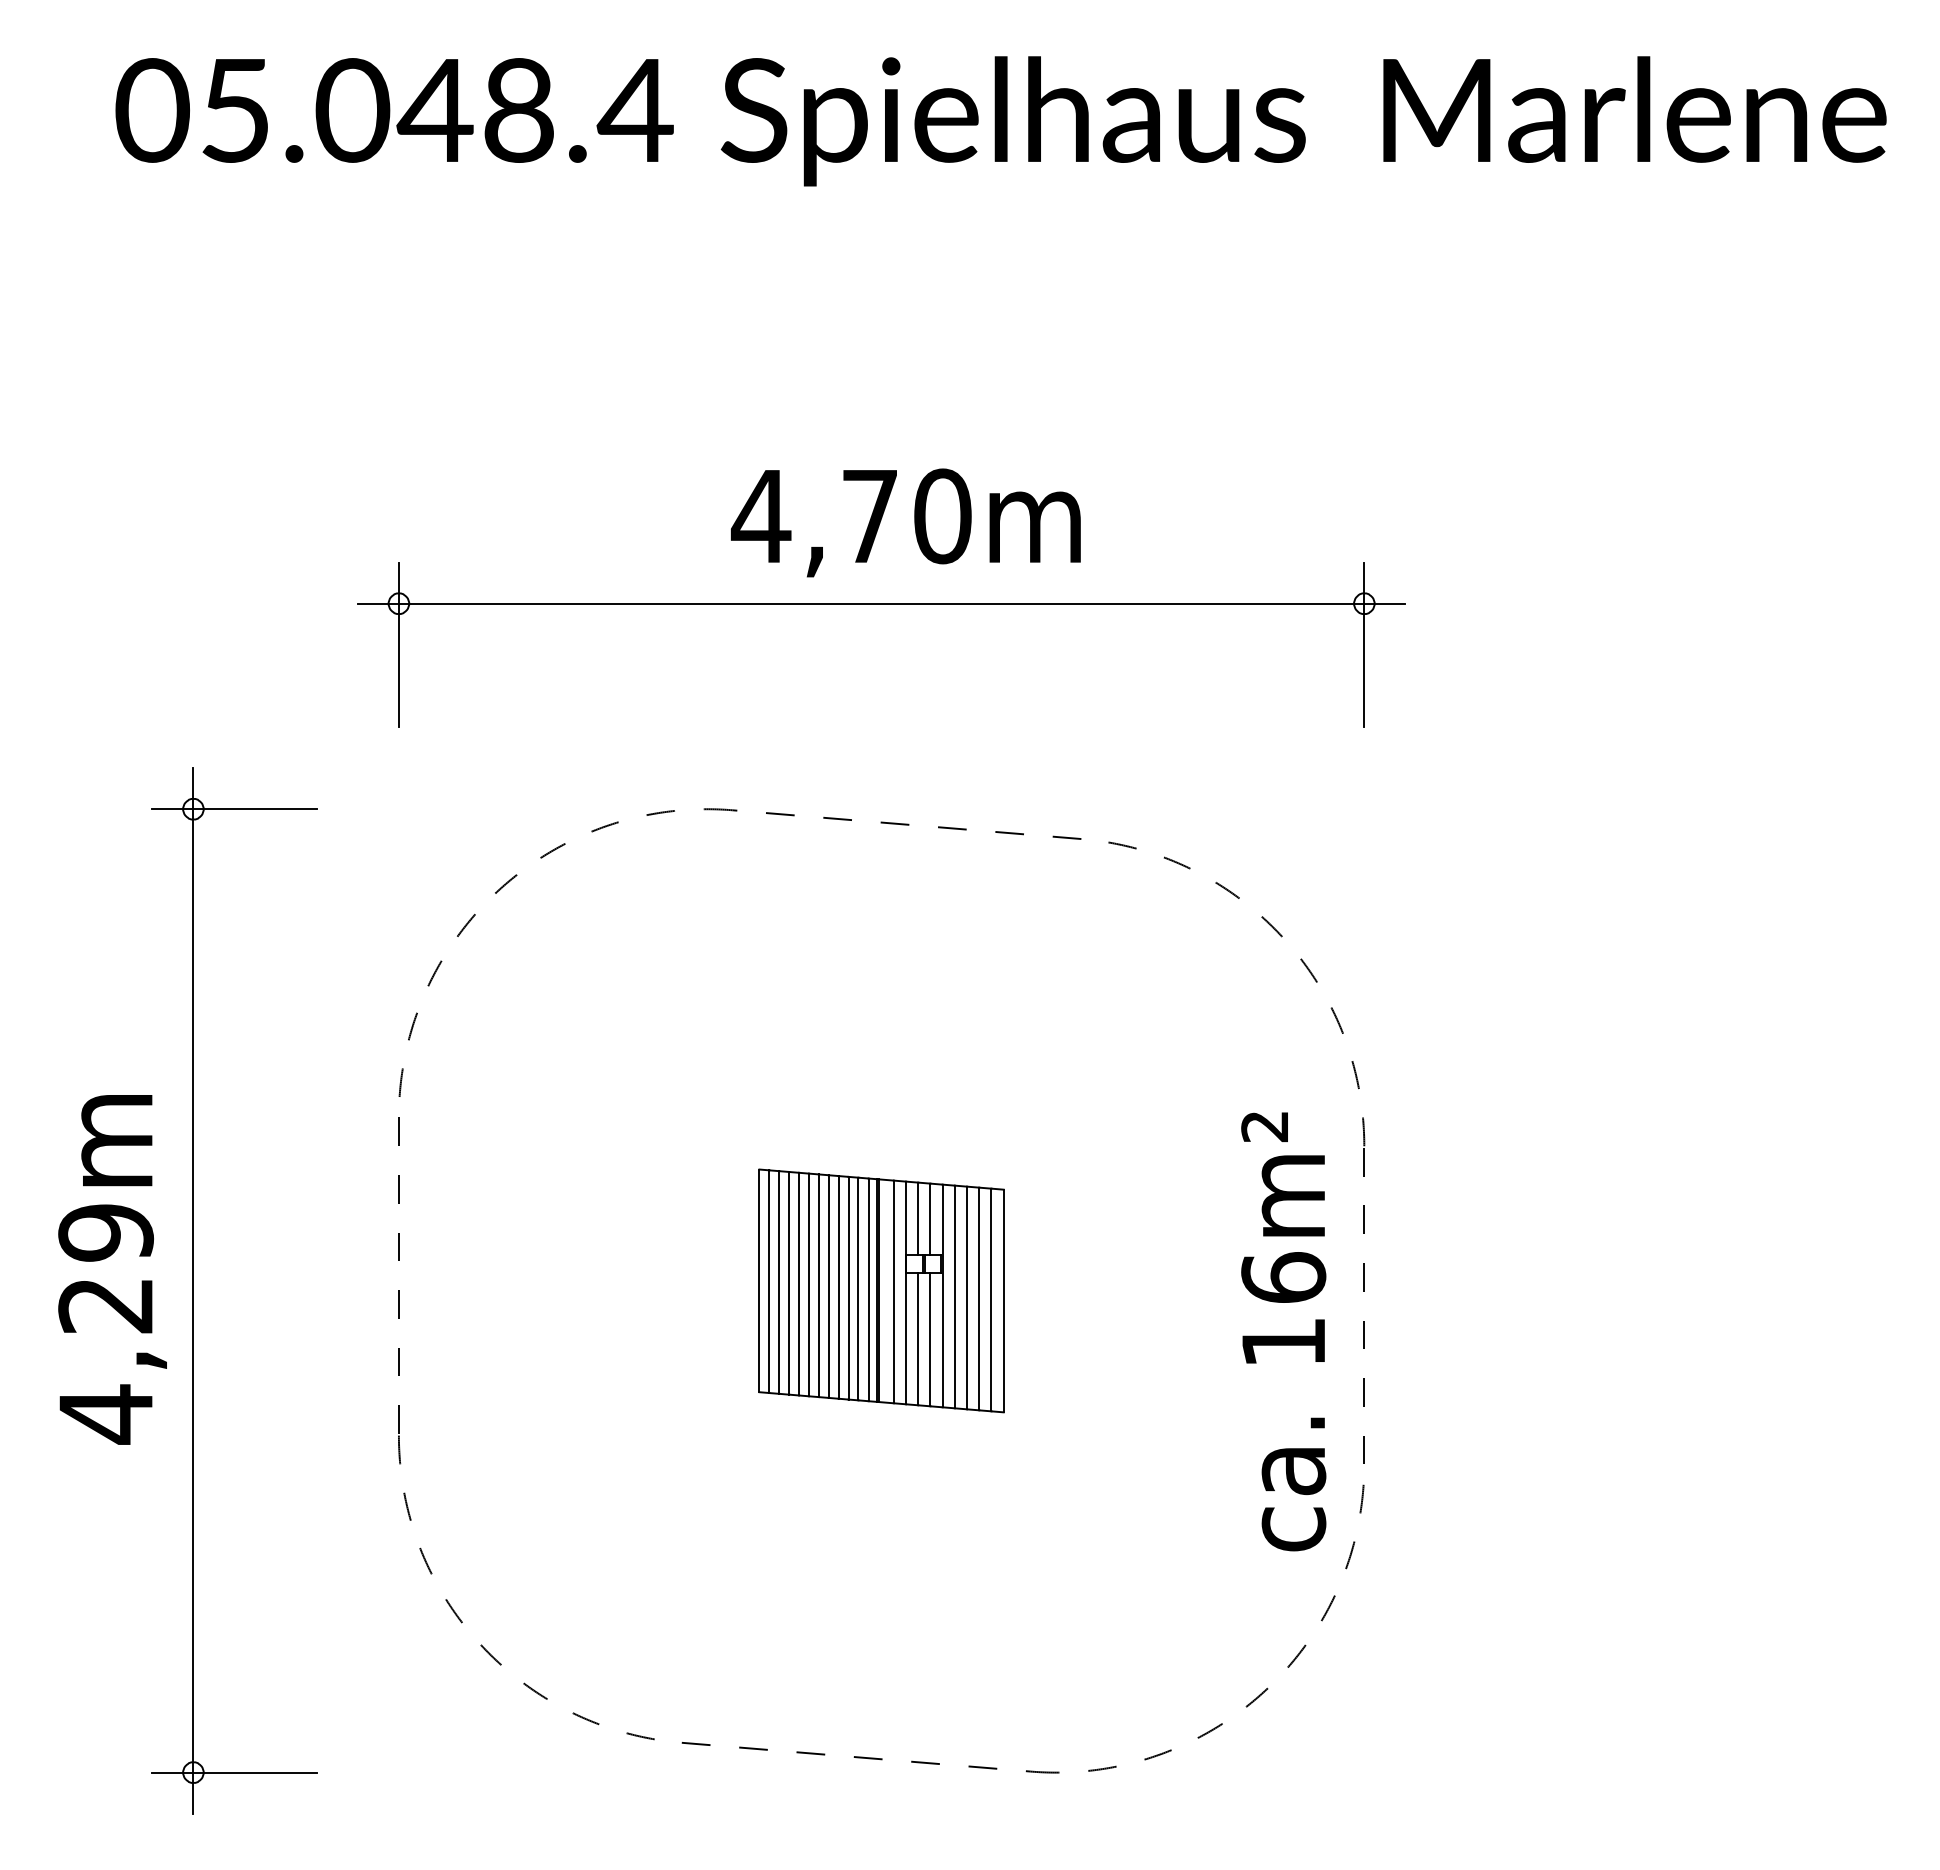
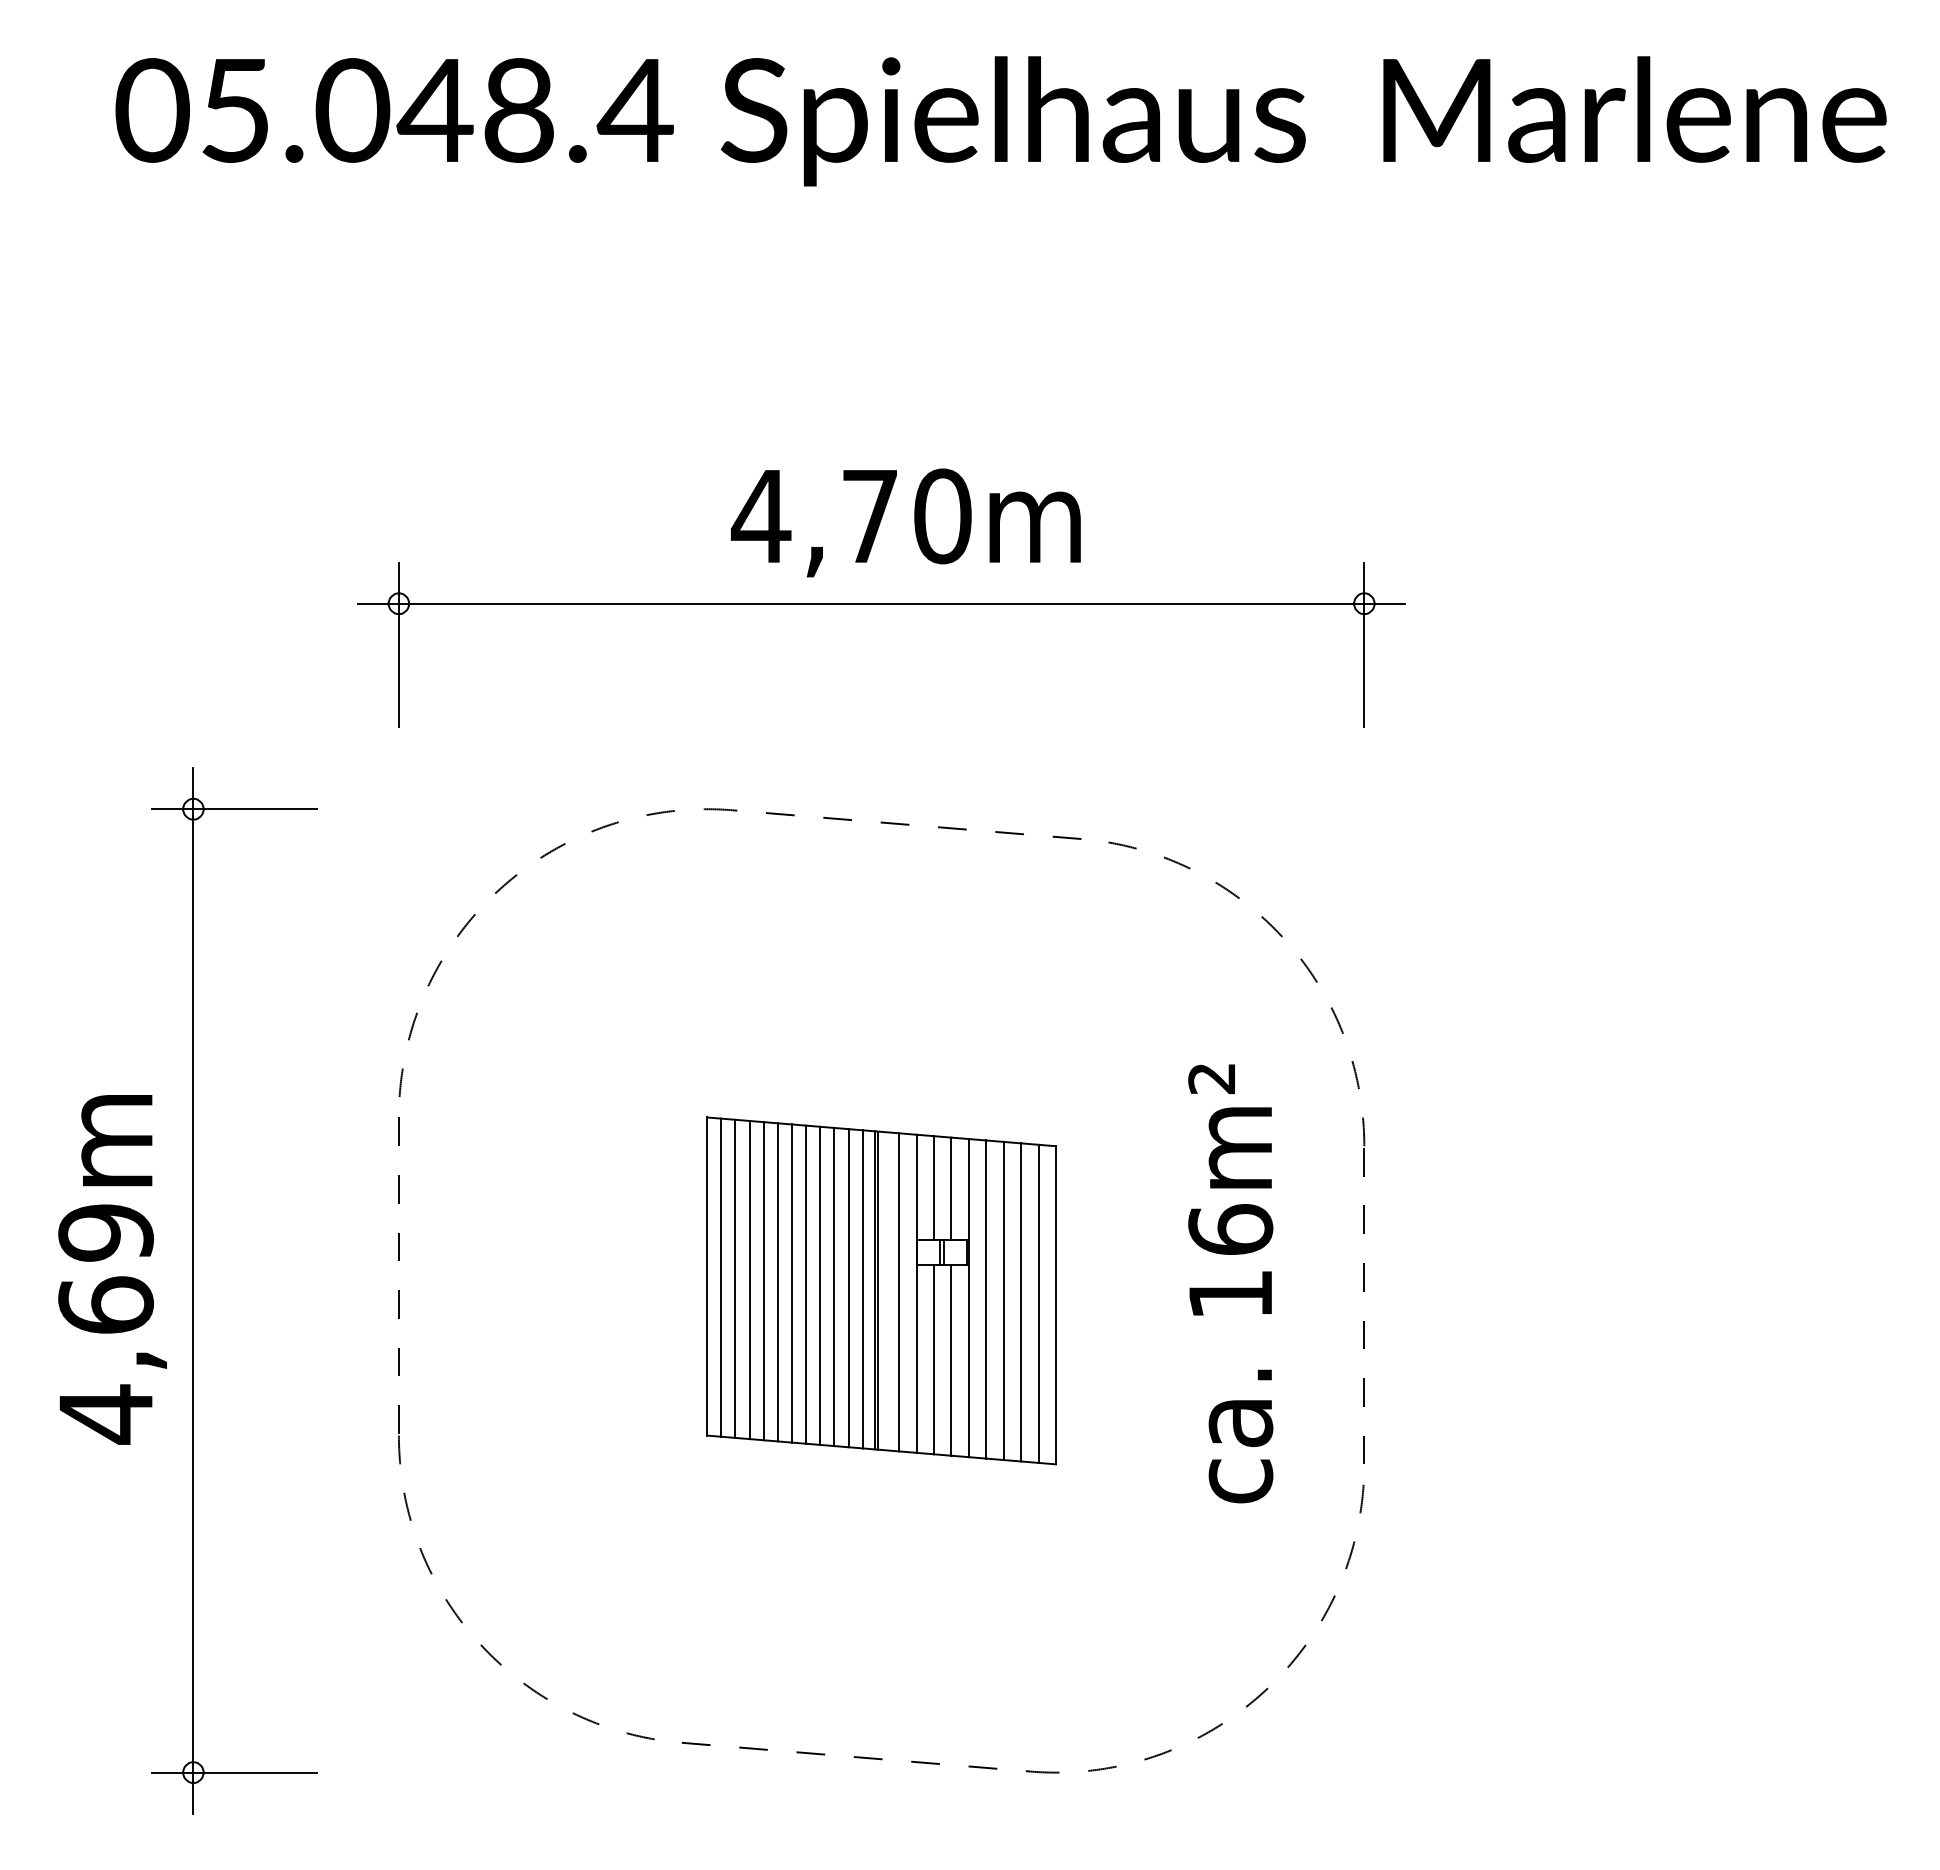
part at (881, 1290) size: 247x246 px -> 351x350 px
text at (105, 1304): 4,29m -> 4,69m
text at (1283, 1331) position: (1283, 1331) -> (1230, 1283)
